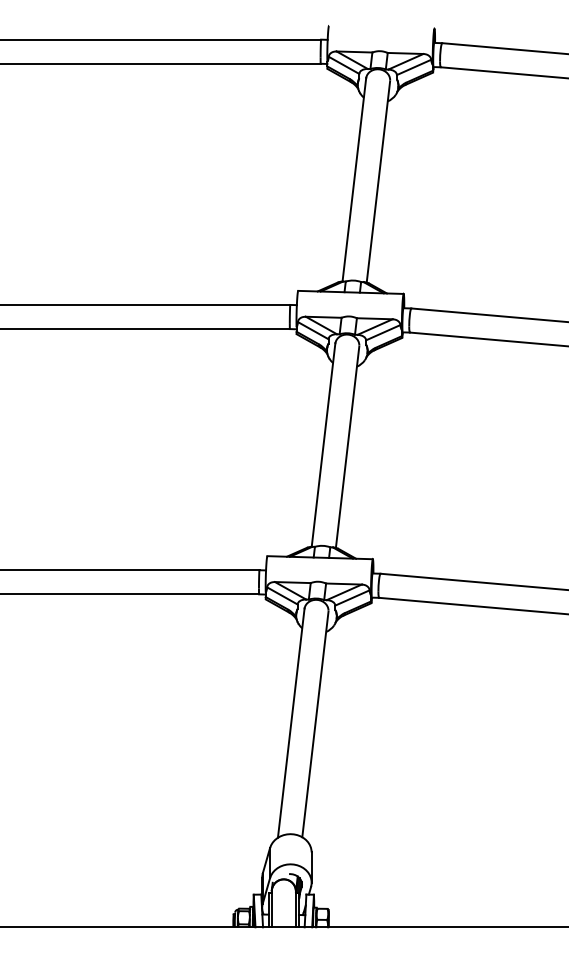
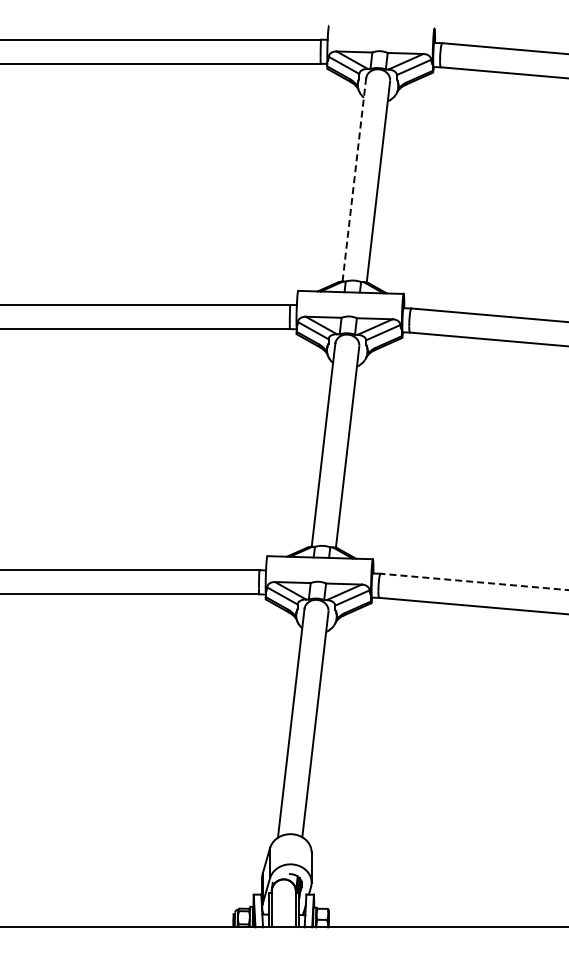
line at (354, 179): solid -> dashed
line at (474, 581): solid -> dashed
